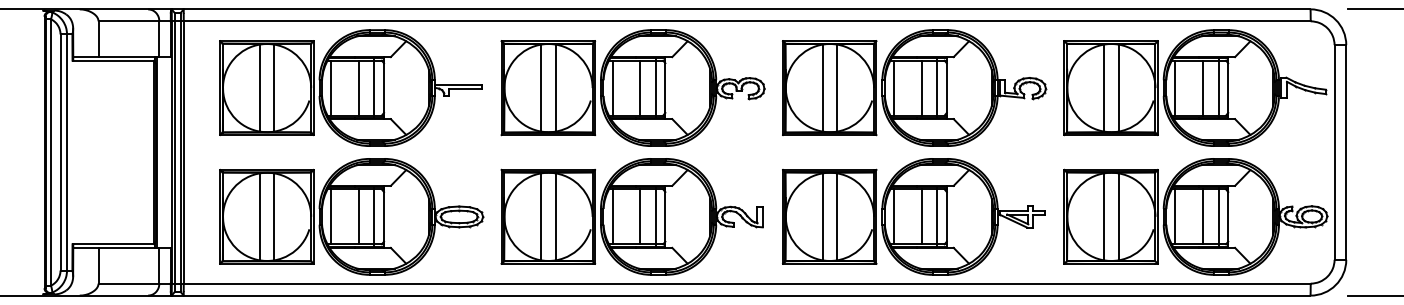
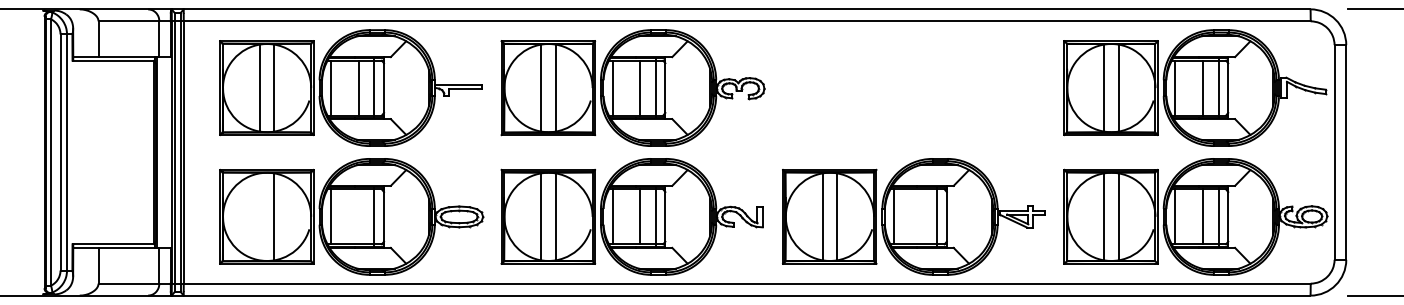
part at (914, 87): present -> none
line at (259, 216): present -> none
line at (358, 216): present -> none
line at (921, 216): present -> none
